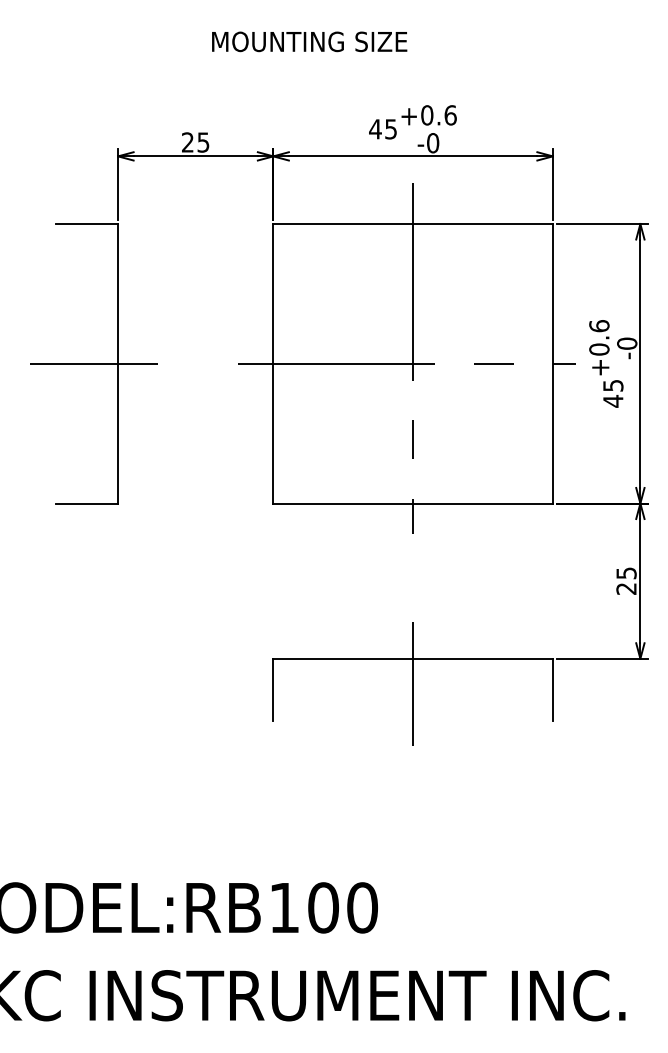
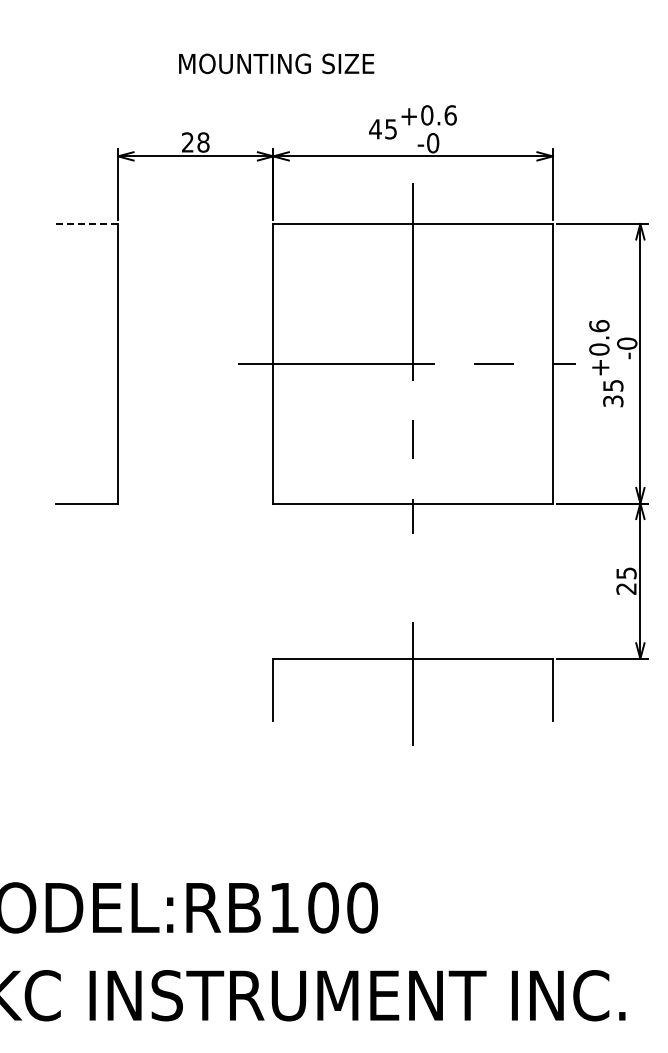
text at (309, 41) position: (309, 41) -> (276, 63)
text at (203, 142): 25 -> 28
line at (86, 224): solid -> dashed
line at (93, 363): present -> none
text at (613, 400): 45 -> 35
